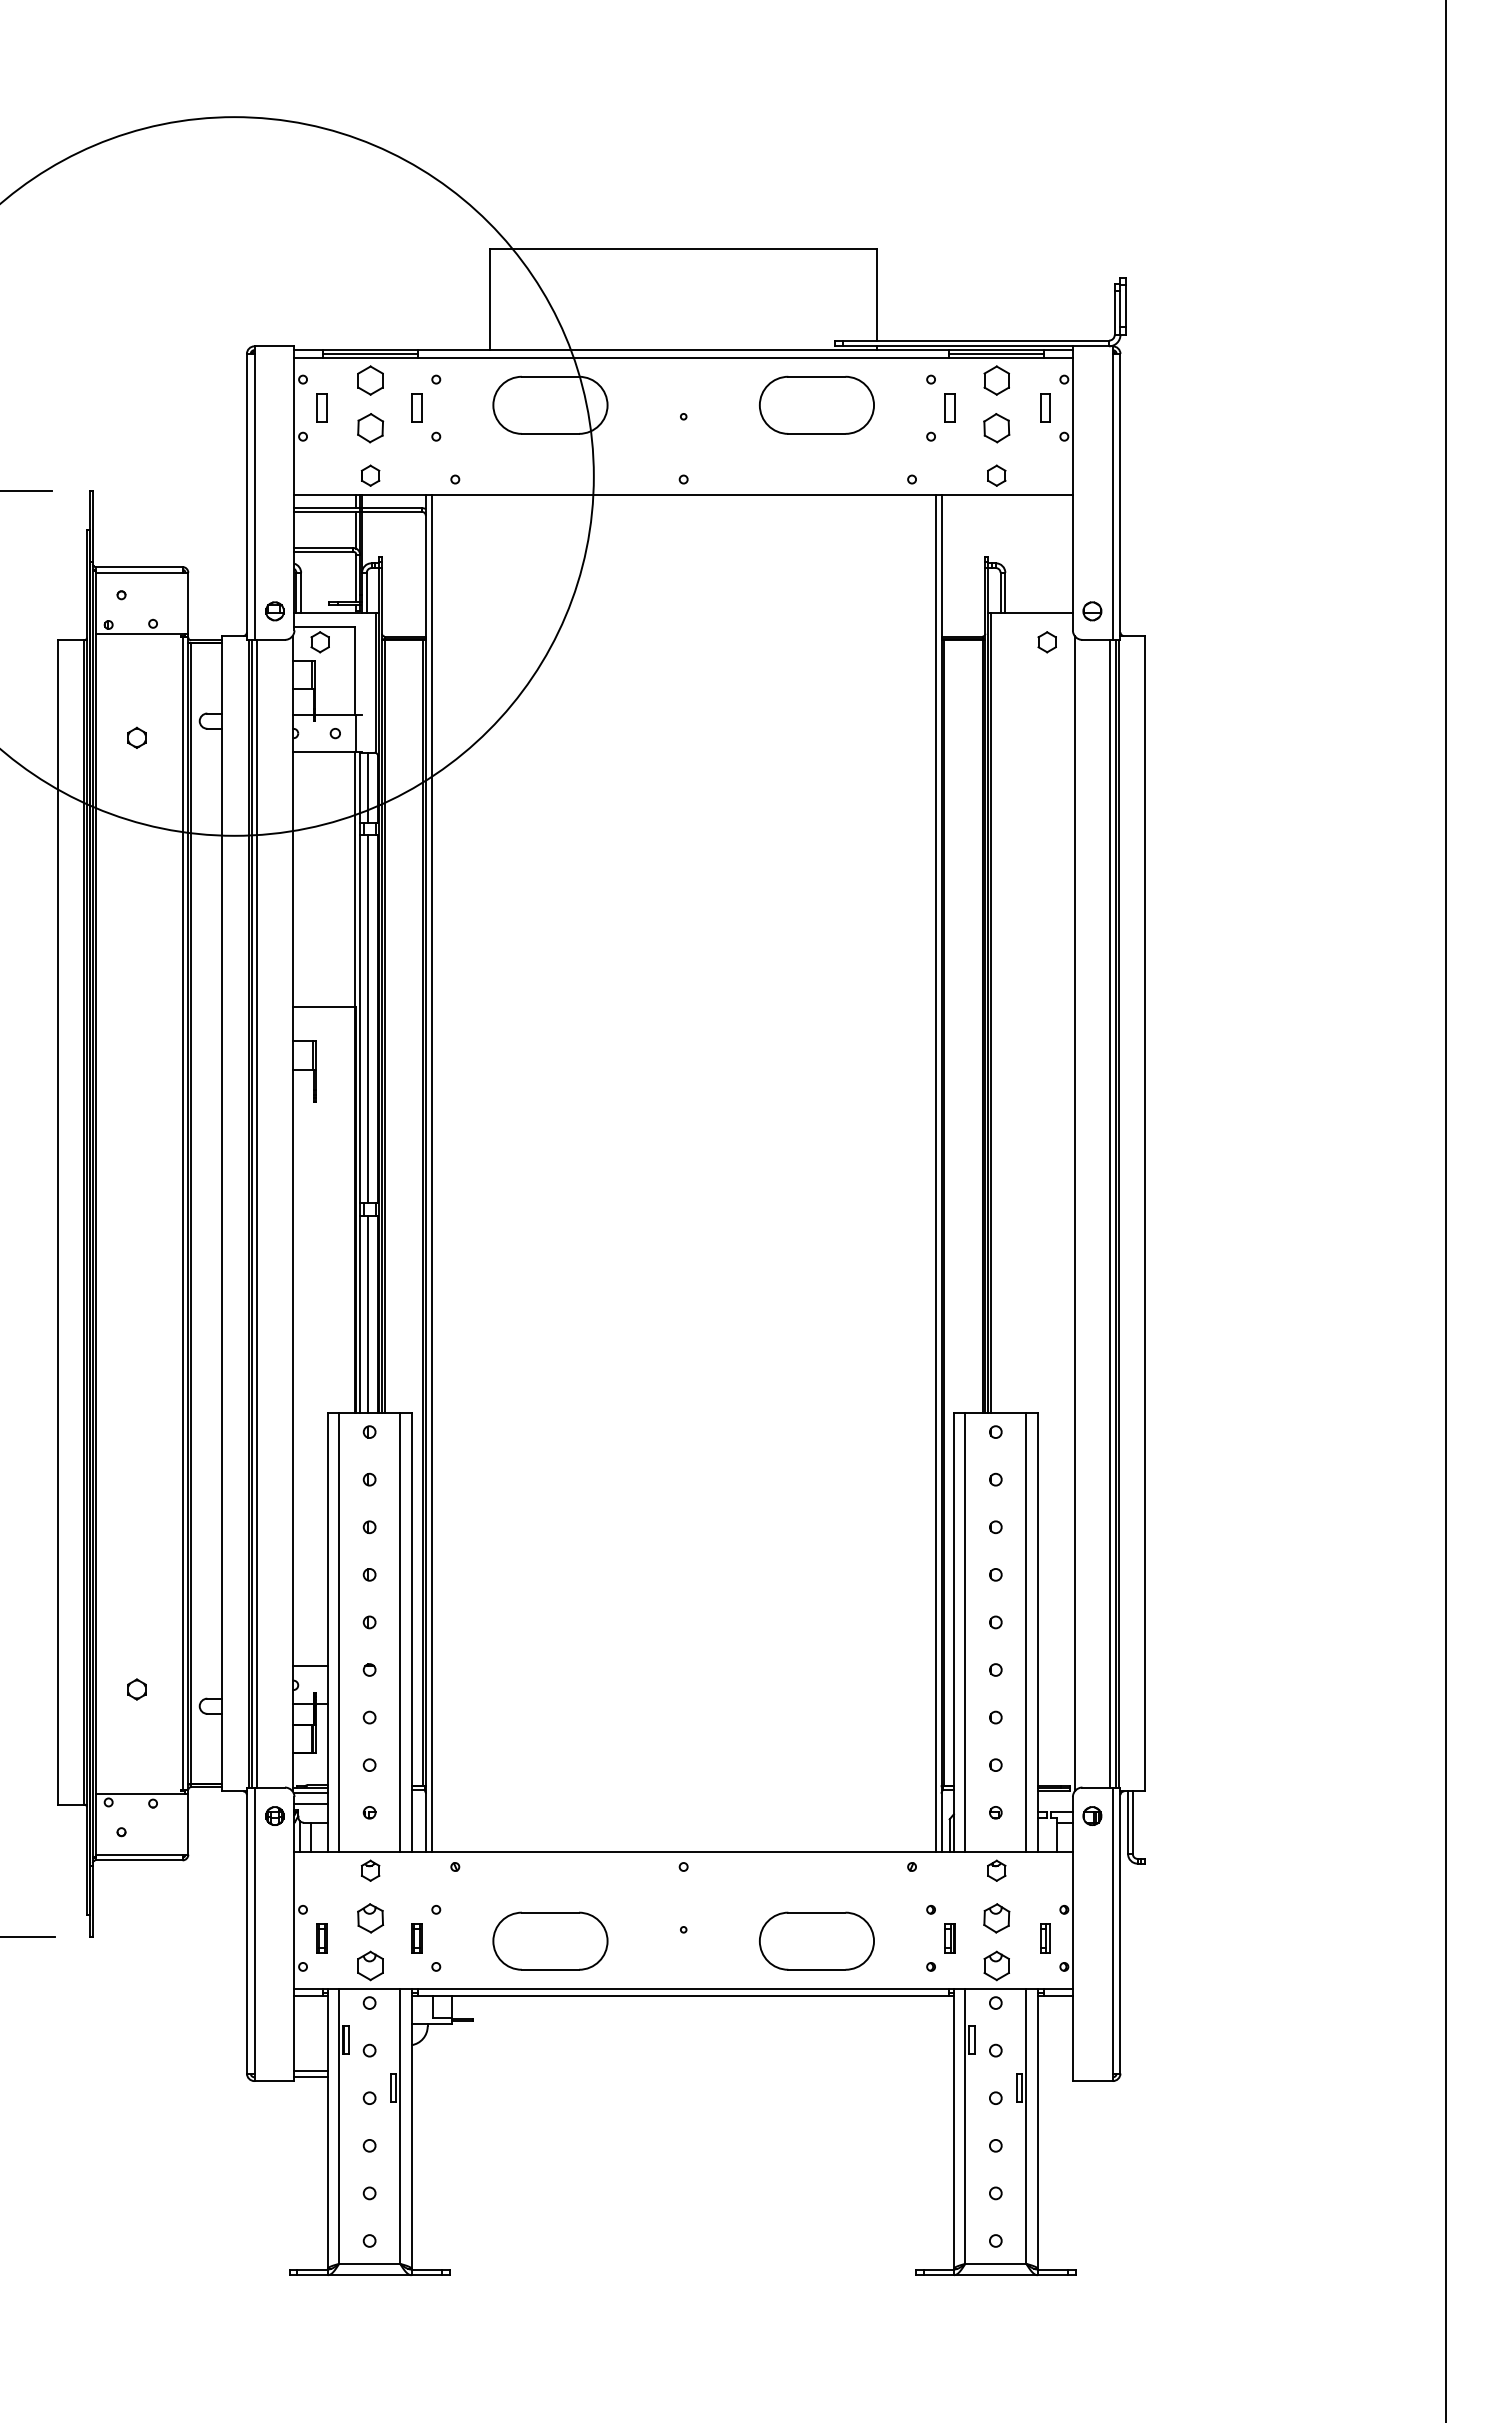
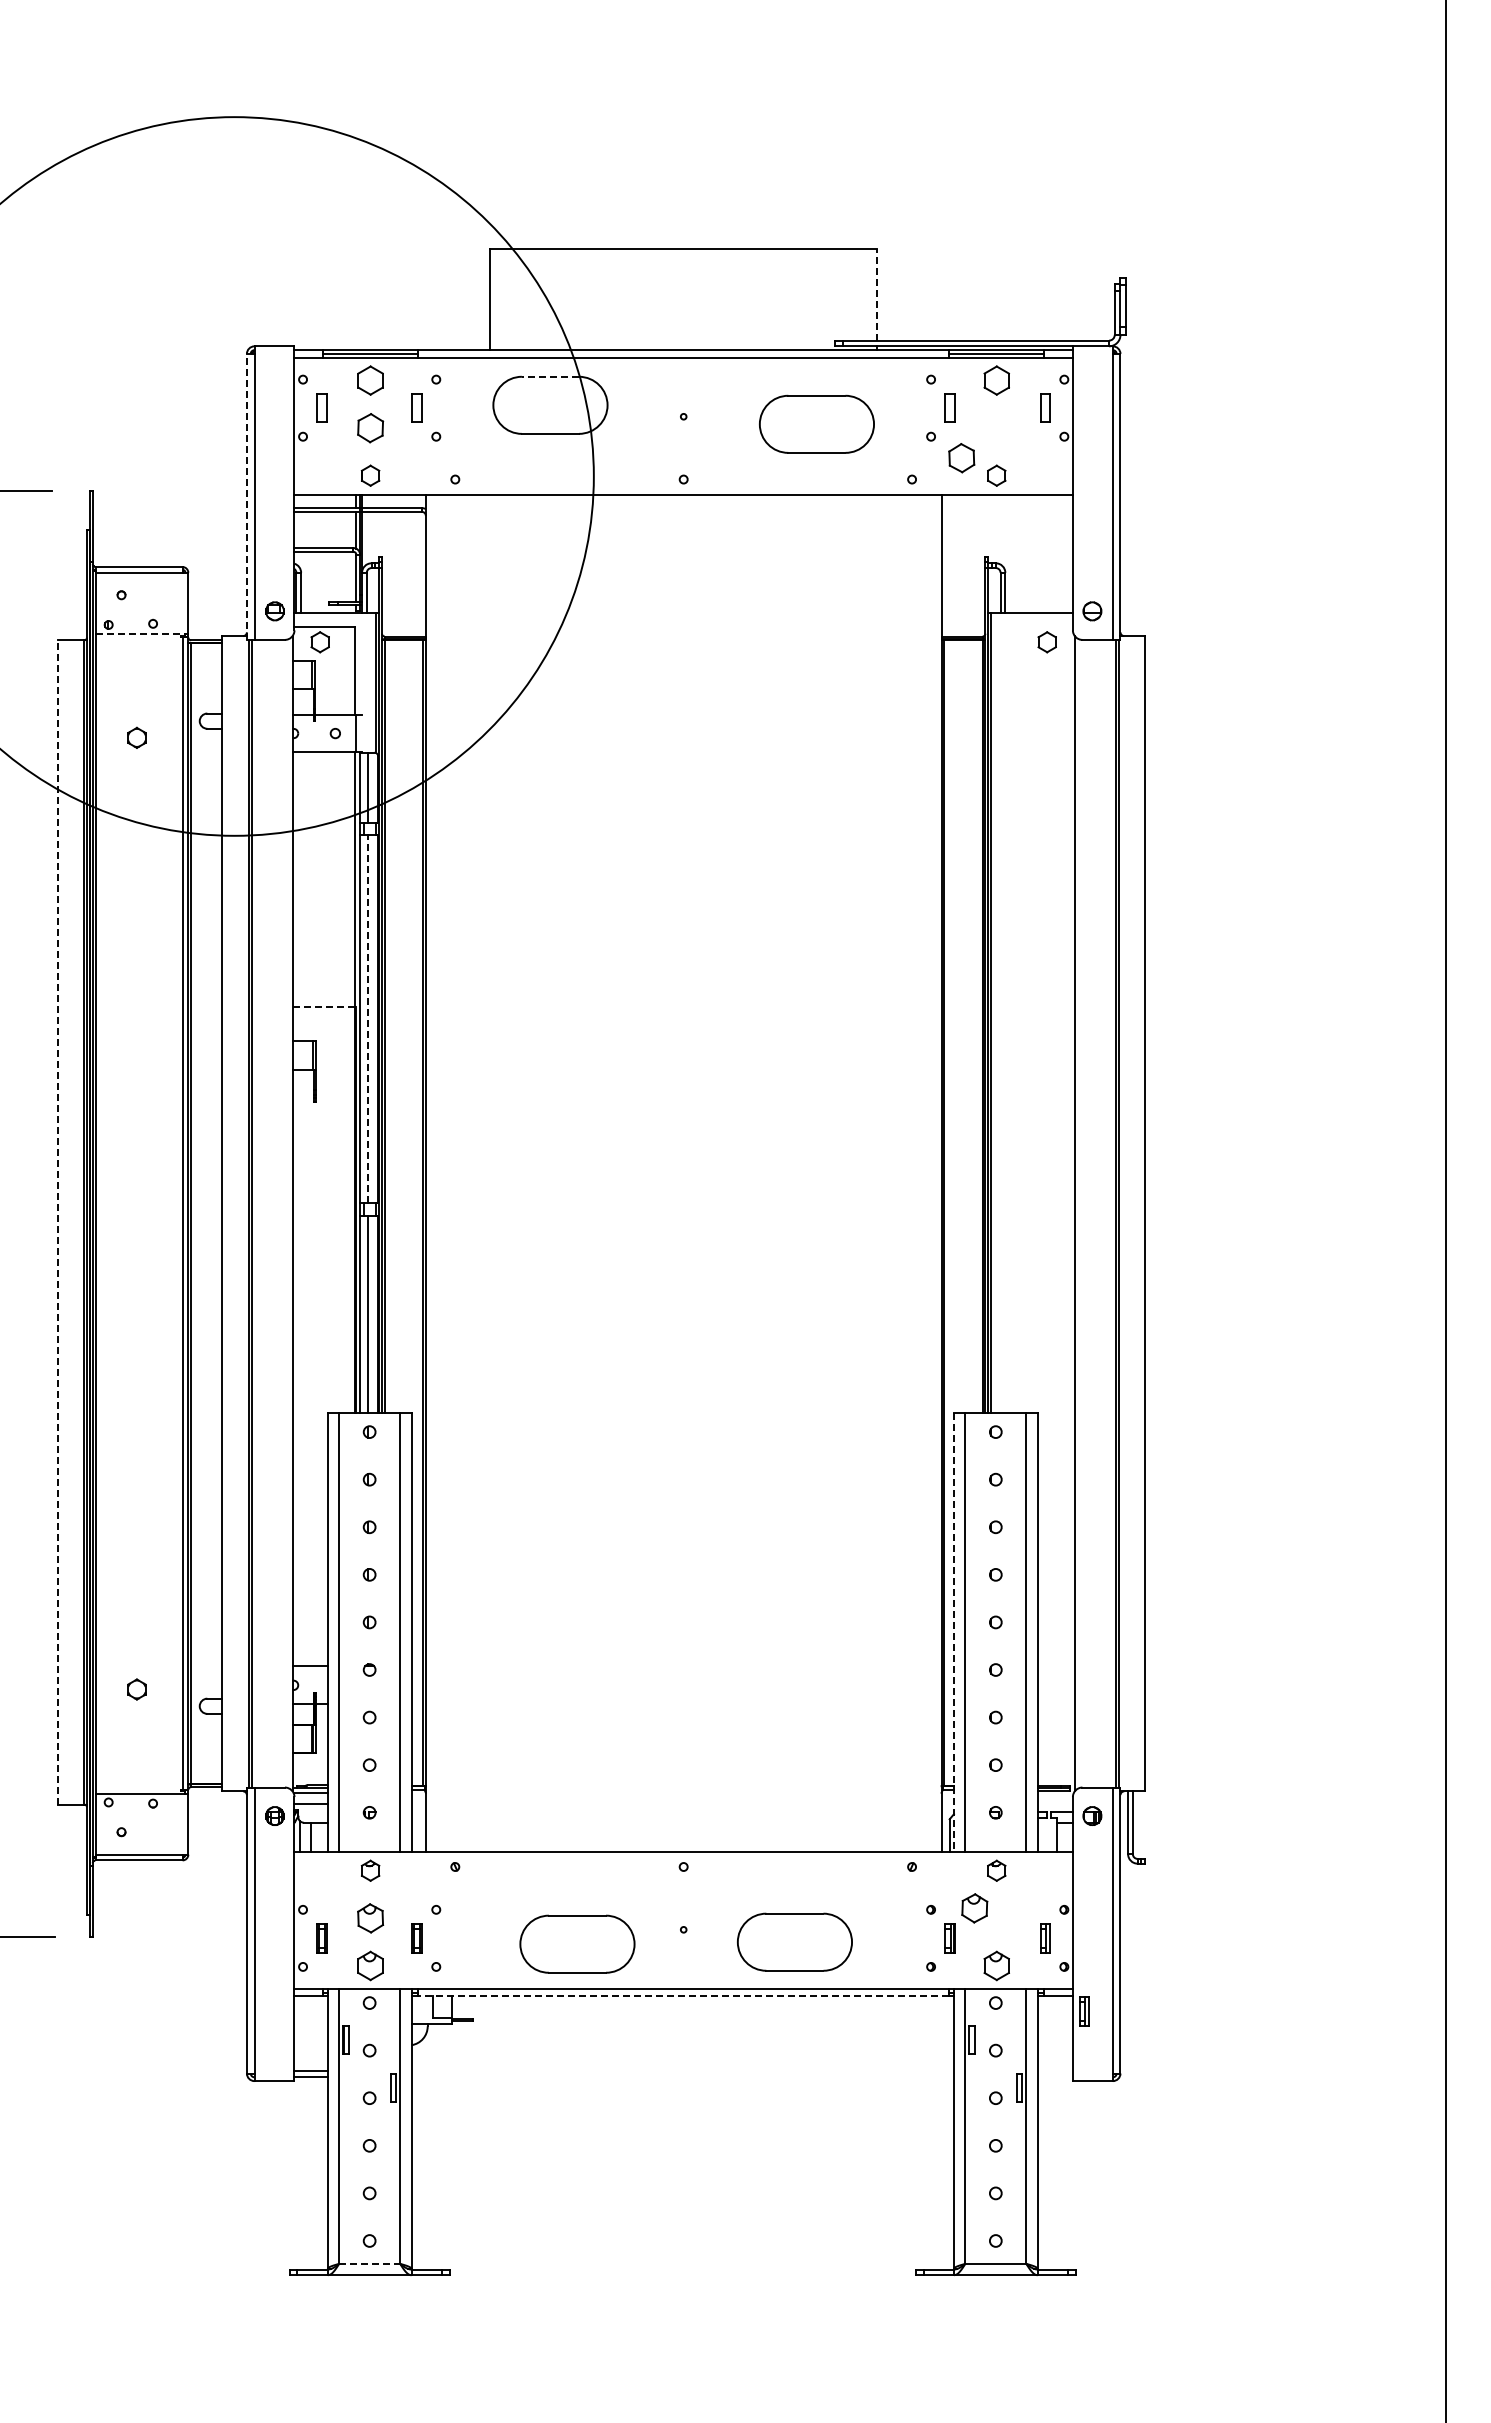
line at (877, 294): solid -> dashed
line at (550, 376): solid -> dashed
part at (816, 404) position: (816, 404) -> (816, 423)
part at (996, 428) position: (996, 428) -> (961, 458)
line at (246, 496): solid -> dashed
line at (142, 633): solid -> dashed
line at (324, 1007): solid -> dashed
line at (367, 1018): solid -> dashed
line at (431, 1172): present -> none
line at (935, 1172): present -> none
line at (257, 1213): present -> none
line at (1110, 1213): present -> none
line at (58, 1221): solid -> dashed
line at (953, 1632): solid -> dashed
part at (996, 1918) position: (996, 1918) -> (974, 1908)
part at (550, 1940) position: (550, 1940) -> (577, 1943)
part at (816, 1940) position: (816, 1940) -> (794, 1941)
line at (683, 1996): solid -> dashed
part at (1084, 2011): none -> present
line at (370, 2263): solid -> dashed
